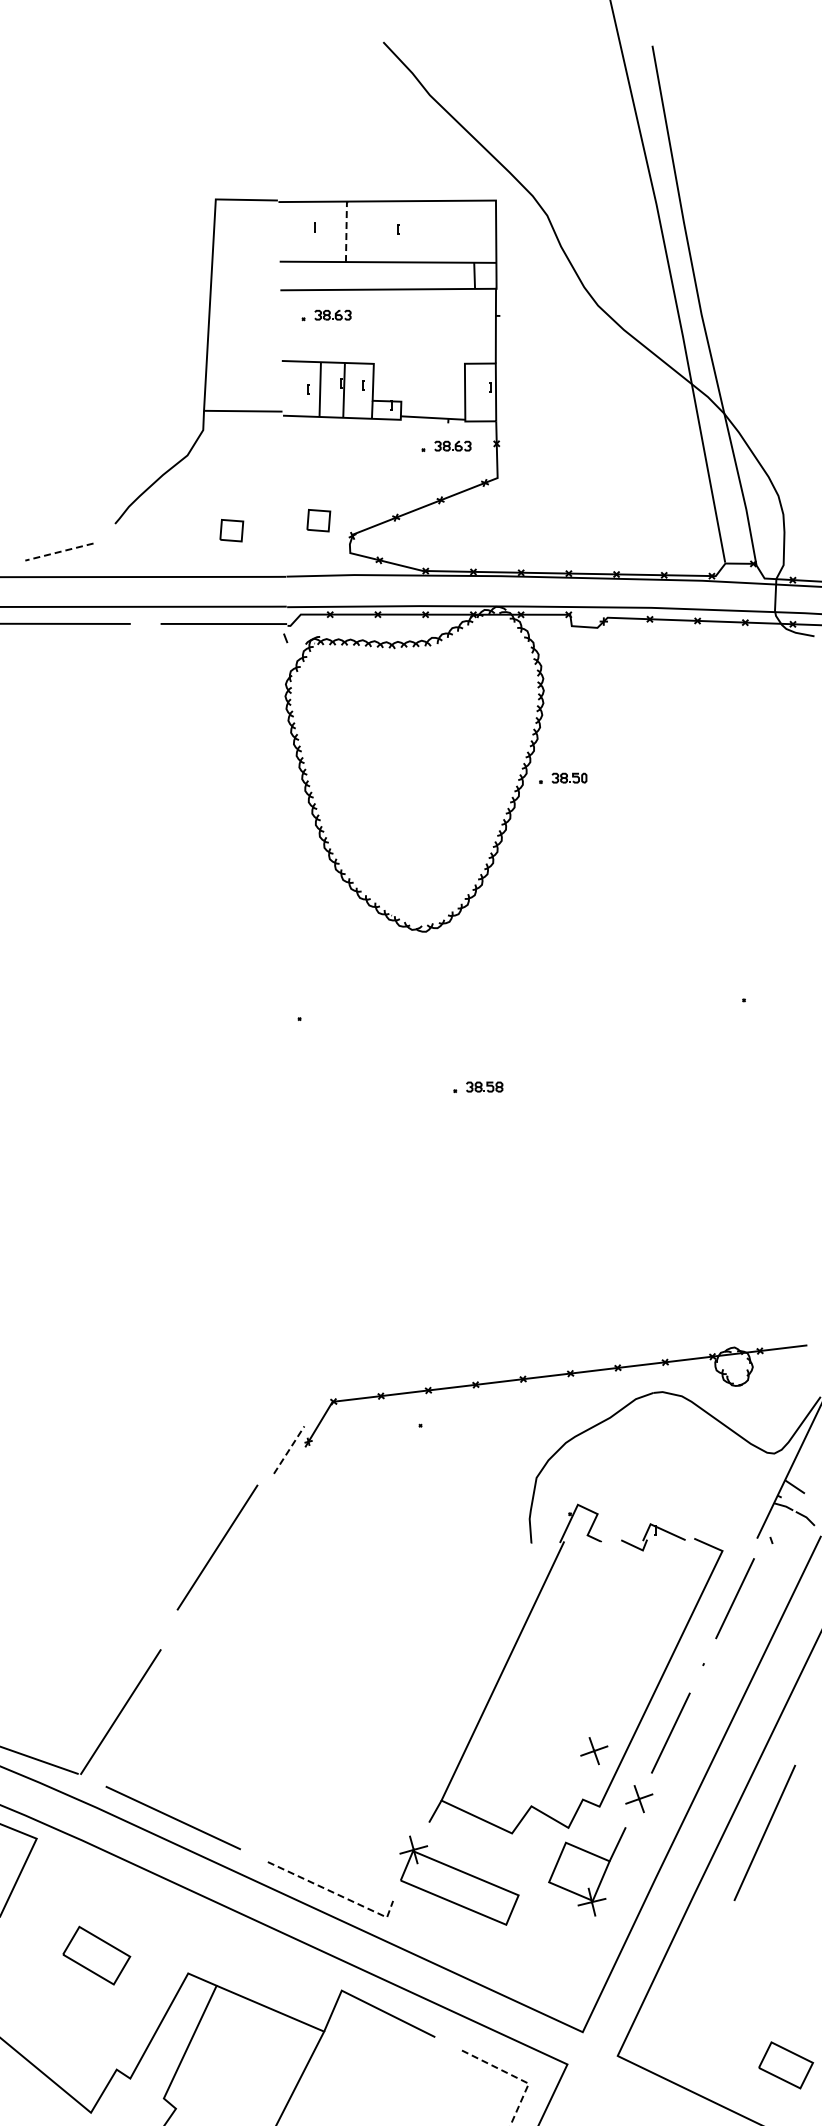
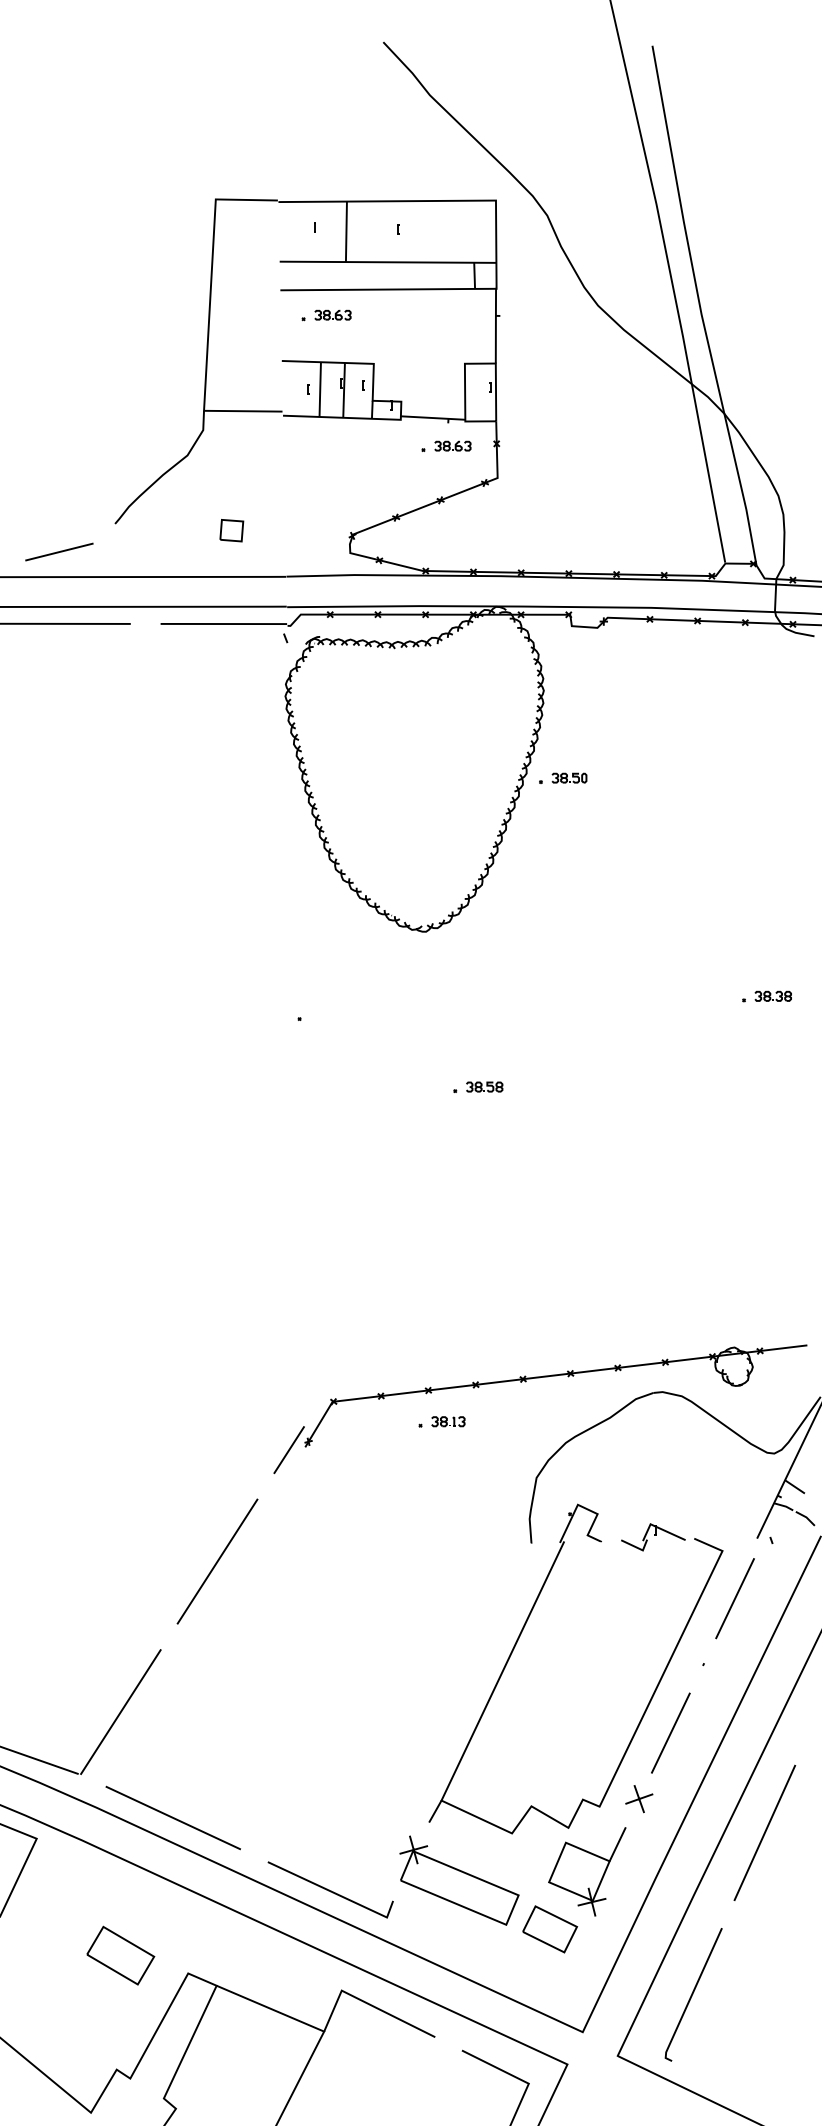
line at (346, 231): dashed -> solid
part at (318, 520): present -> none
line at (58, 552): dashed -> solid
part at (772, 995): none -> present
part at (448, 1421): none -> present
line at (289, 1449): dashed -> solid
line at (217, 1547) position: (217, 1547) -> (217, 1561)
part at (594, 1751): present -> none
line at (336, 1894): dashed -> solid
part at (96, 1955) position: (96, 1955) -> (120, 1955)
line at (693, 1994): none -> present
part at (786, 2065) position: (786, 2065) -> (550, 1929)
line at (516, 2077): dashed -> solid
